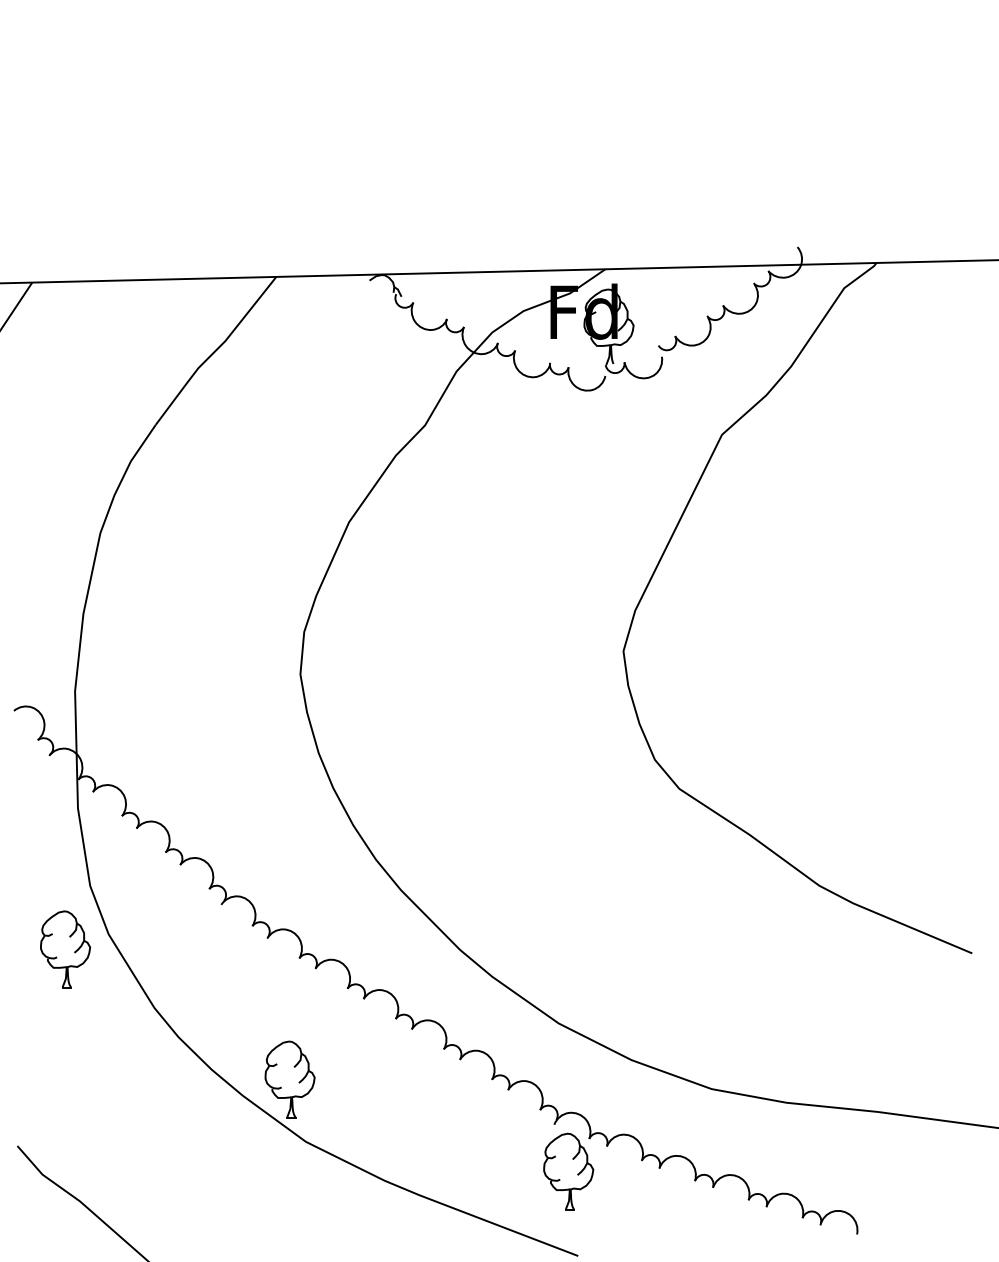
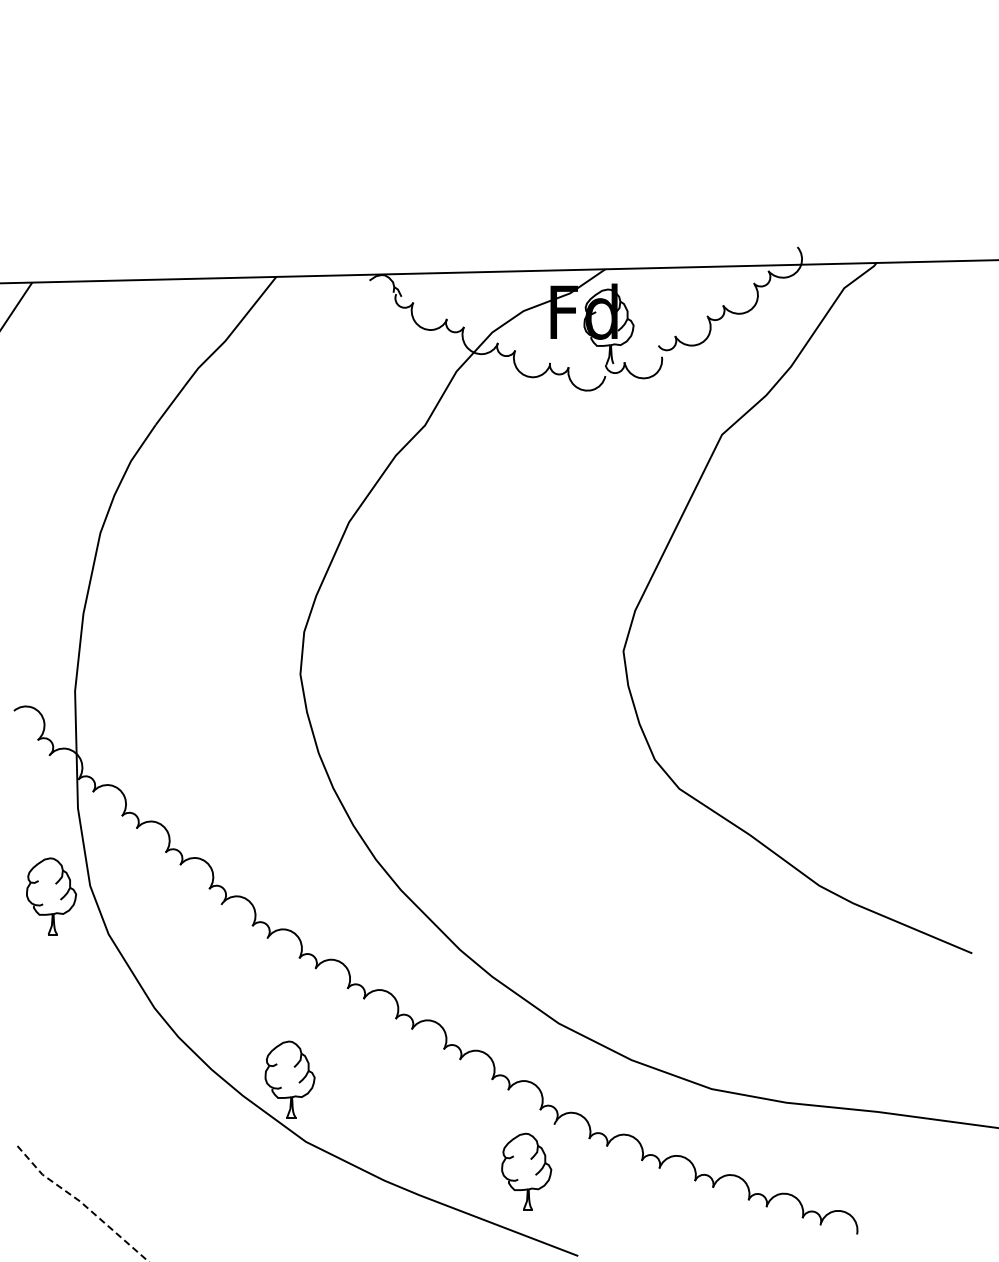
part at (65, 949) position: (65, 949) -> (51, 896)
part at (568, 1171) position: (568, 1171) -> (526, 1171)
line at (82, 1203): solid -> dashed
